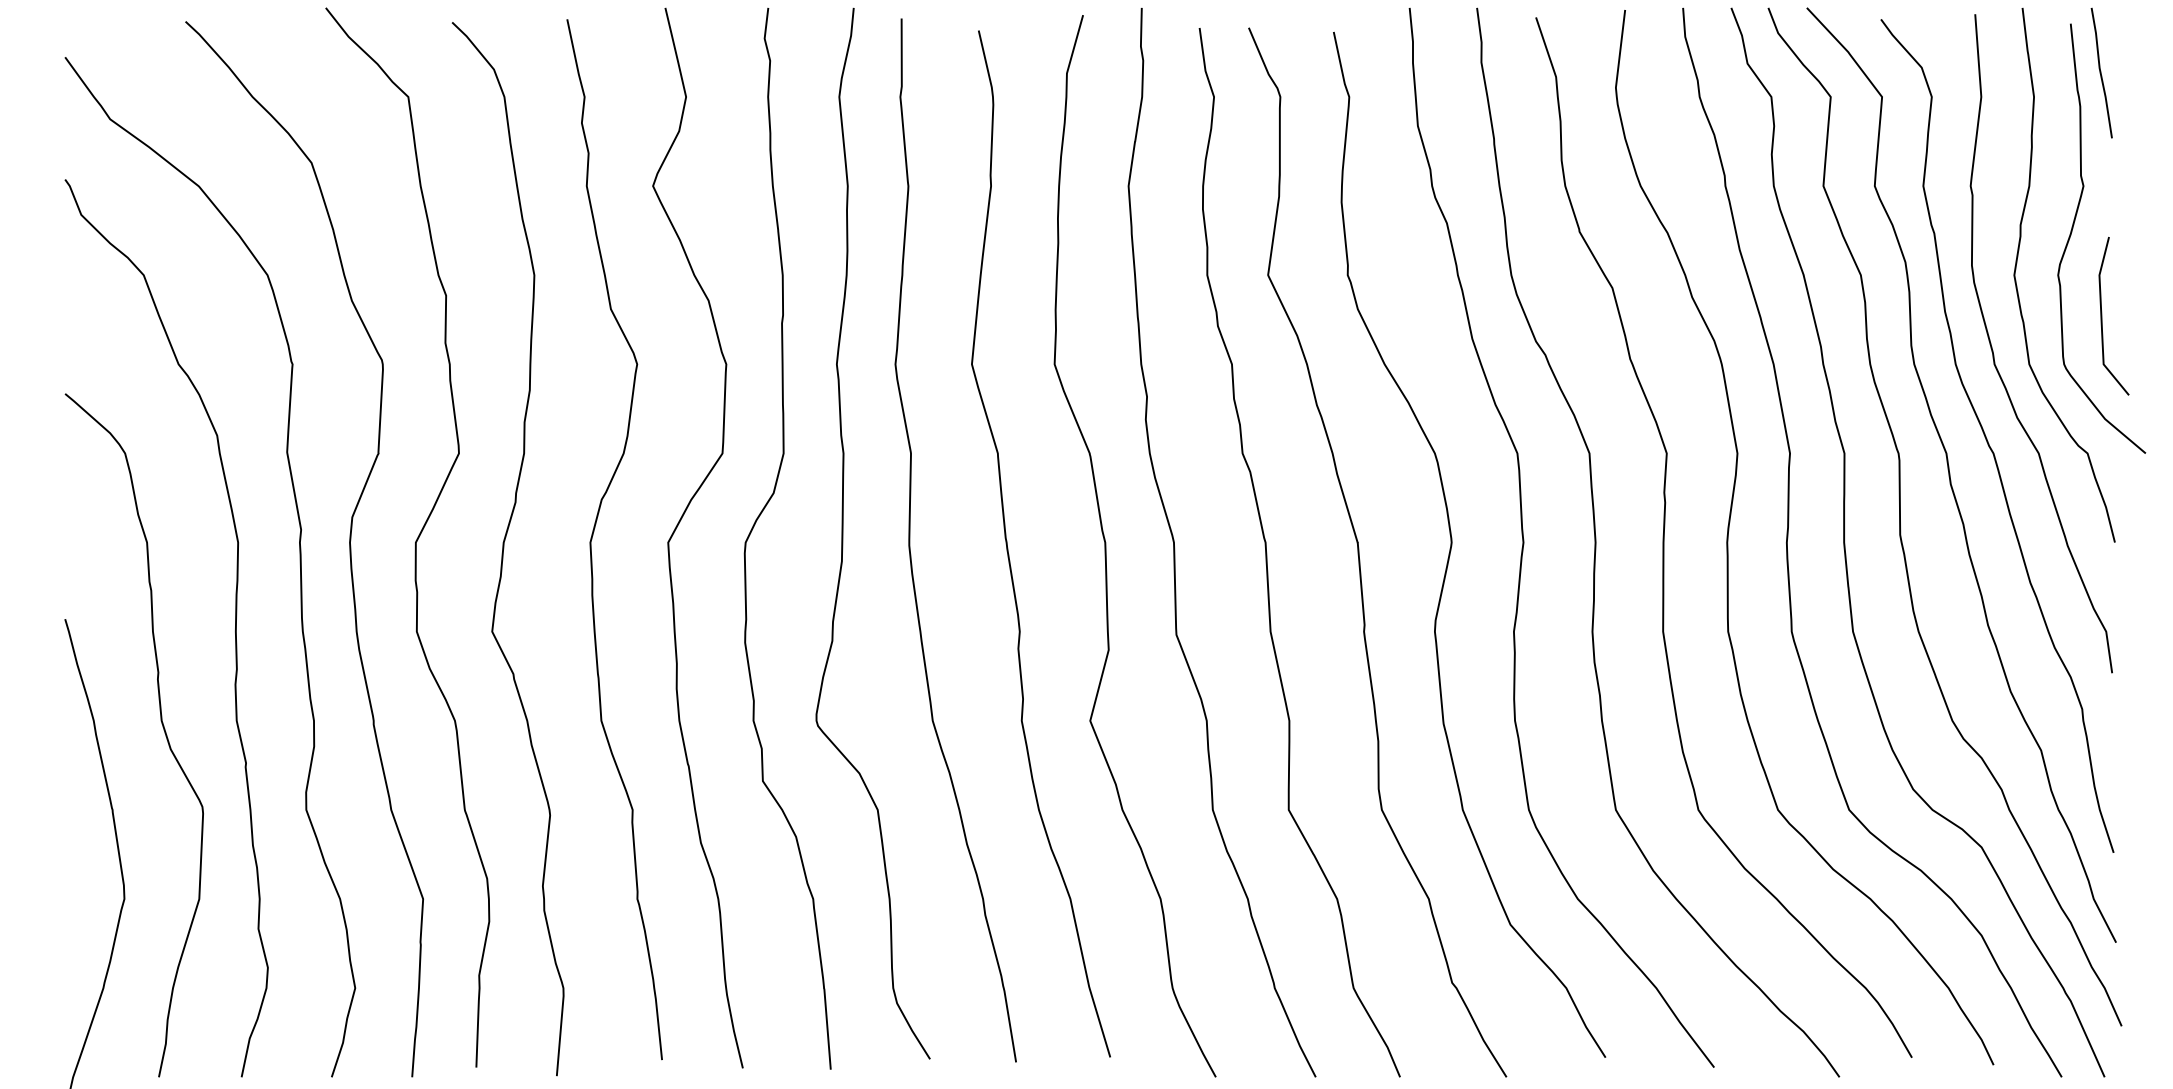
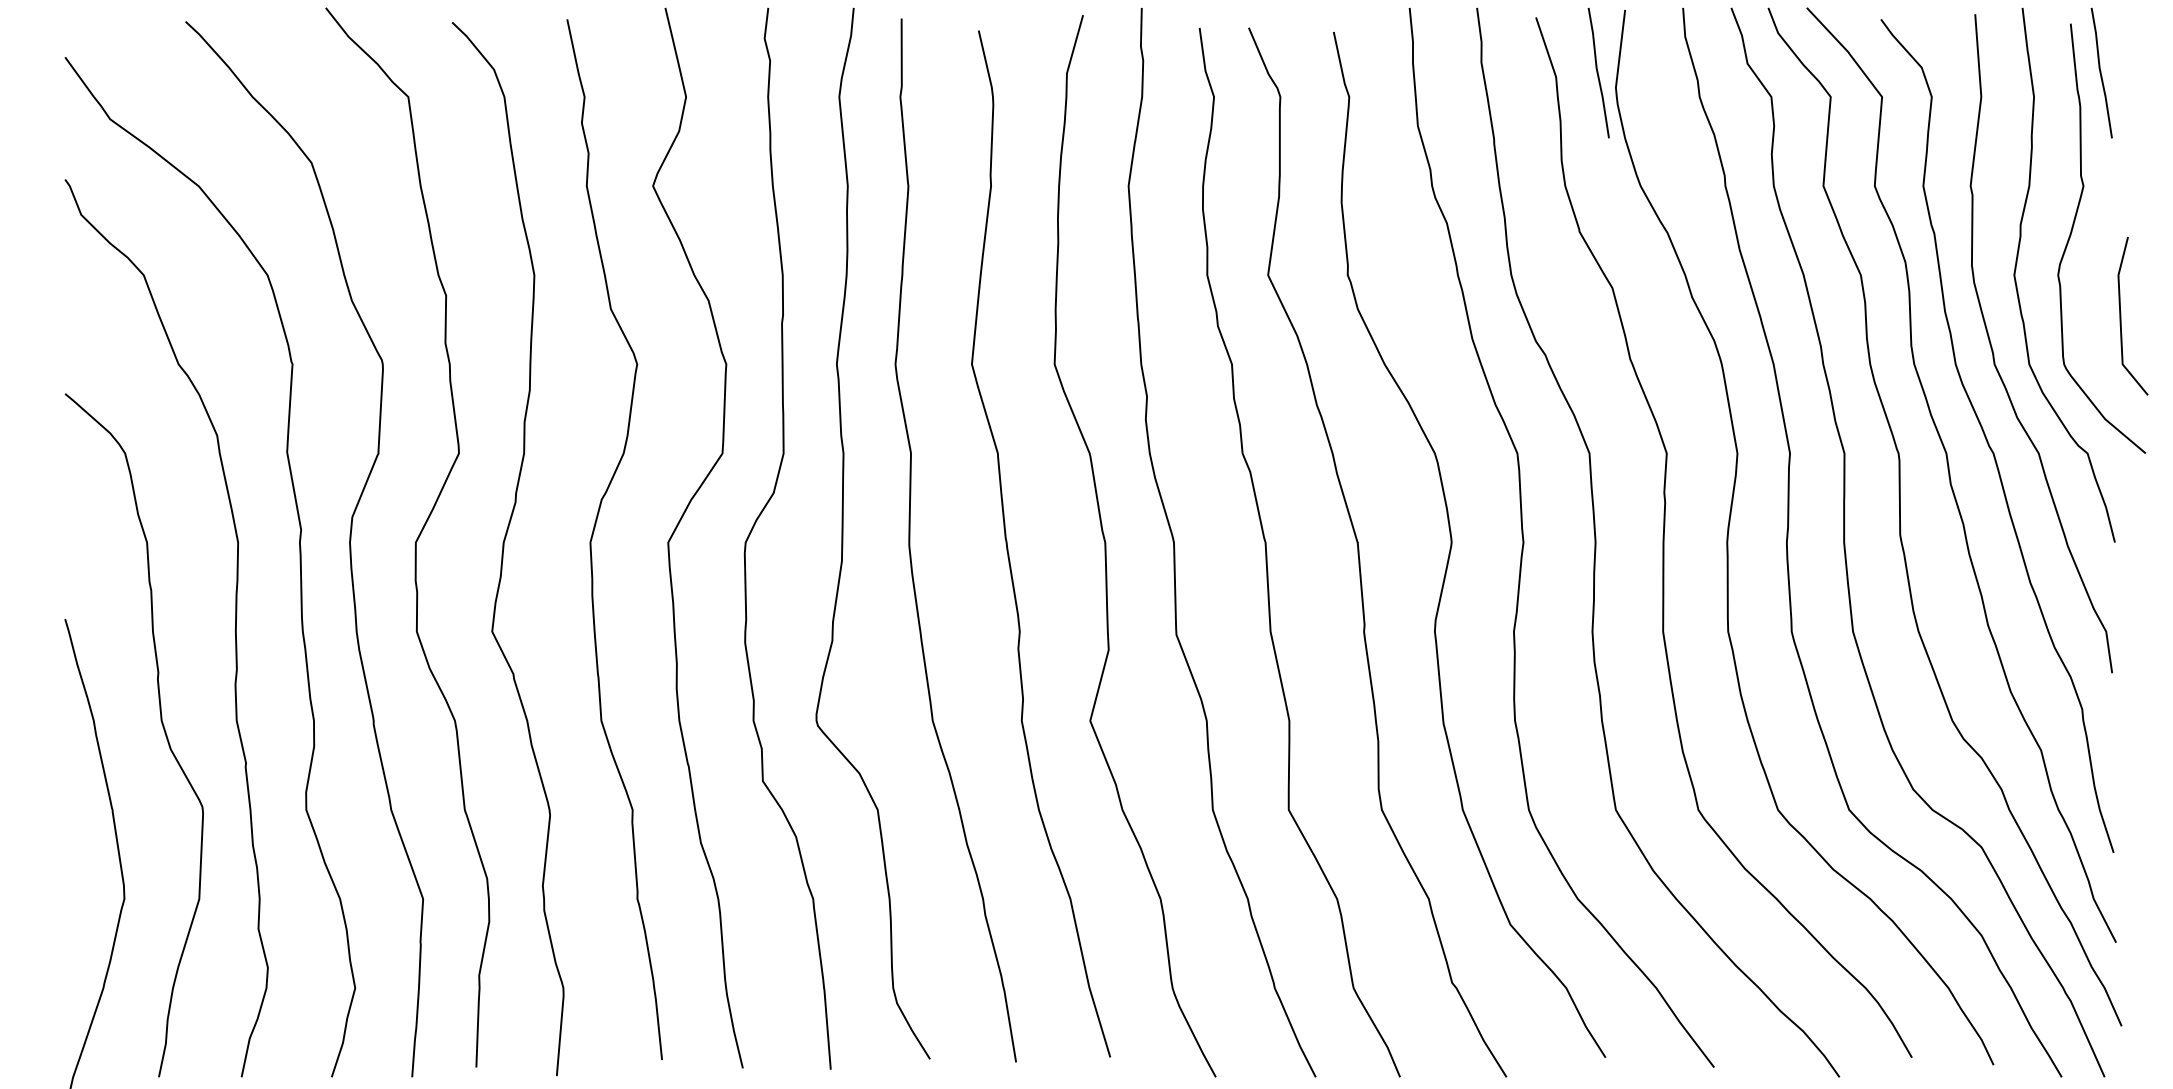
line at (1598, 72): none -> present
curve at (2102, 316) position: (2102, 316) -> (2121, 316)
